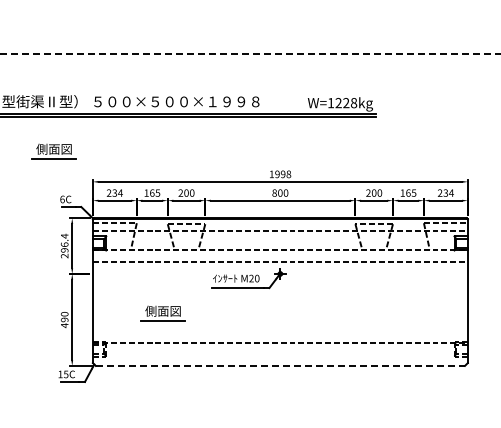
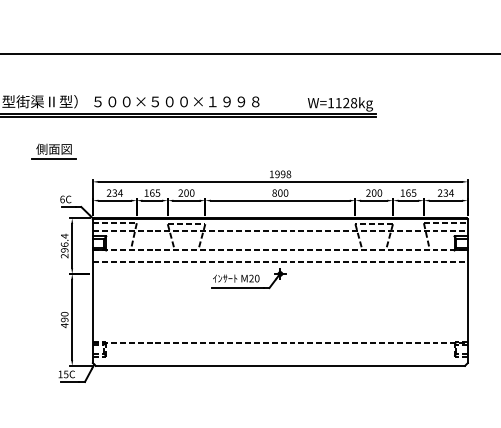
line at (250, 54): dashed -> solid
text at (338, 102): W=1228kg -> W=1128kg
part at (162, 313): present -> none
line at (280, 365): dashed -> solid
